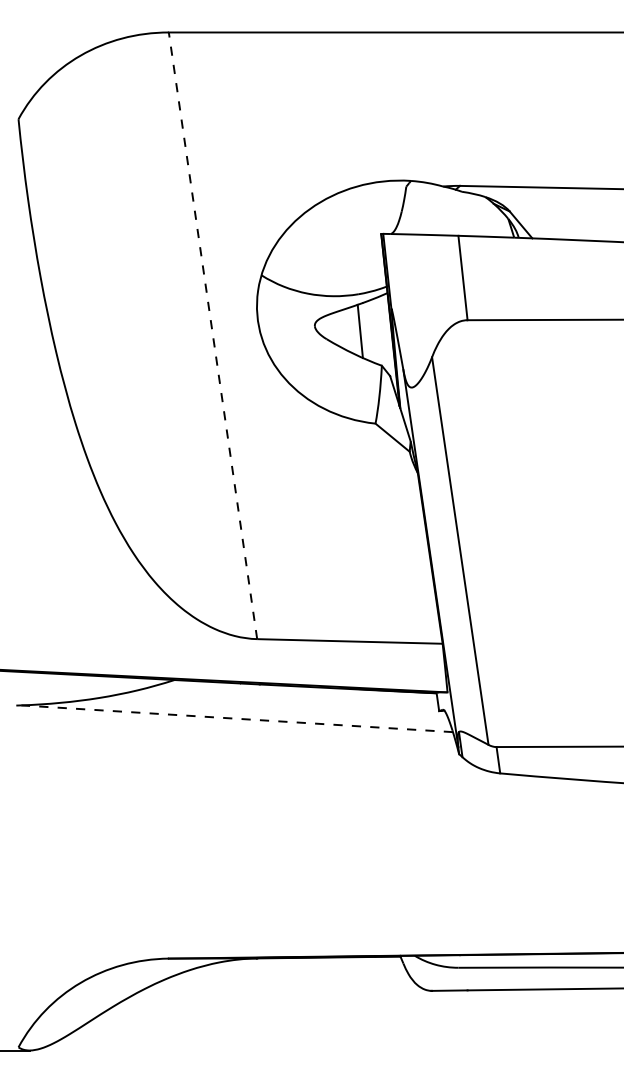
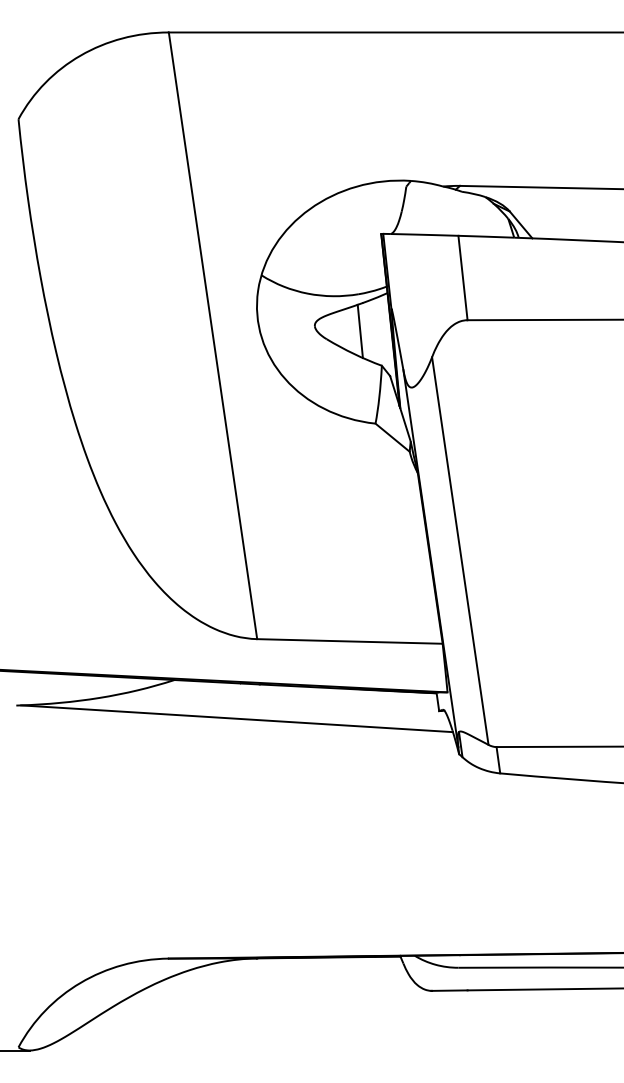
line at (213, 335): dashed -> solid
line at (236, 718): dashed -> solid
